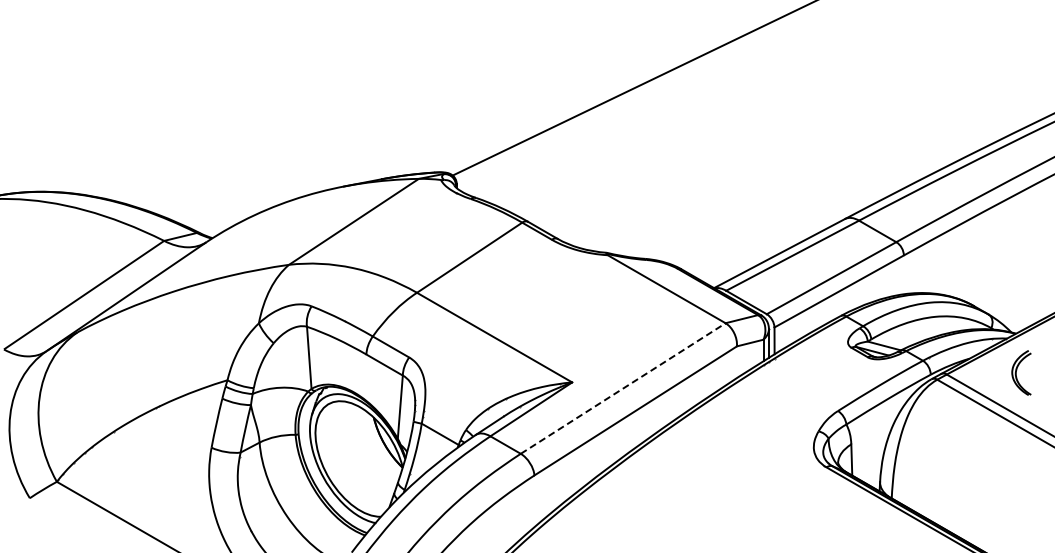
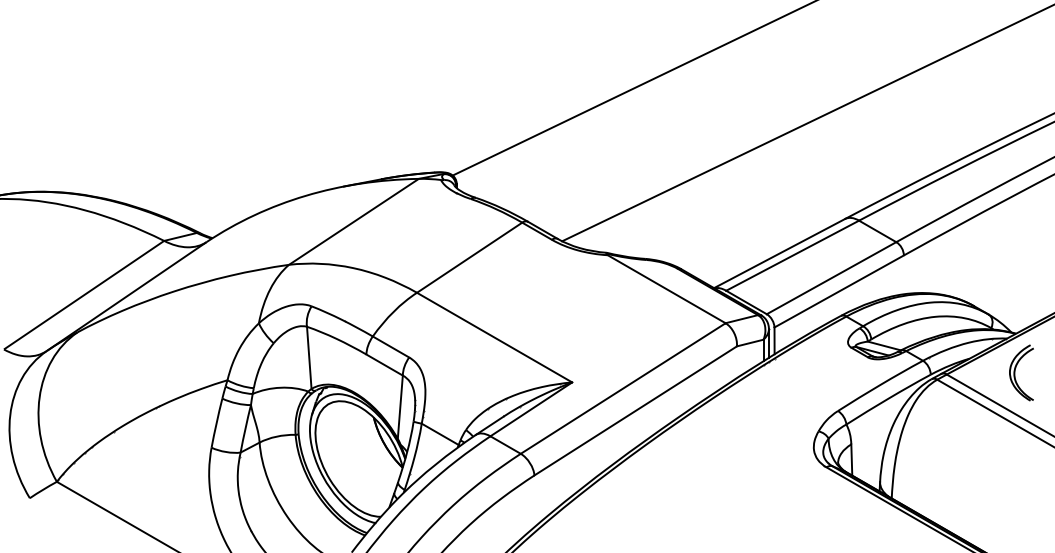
line at (806, 123): none -> present
part at (1021, 372) size: 21x46 px -> 25x58 px
line at (623, 388): dashed -> solid
